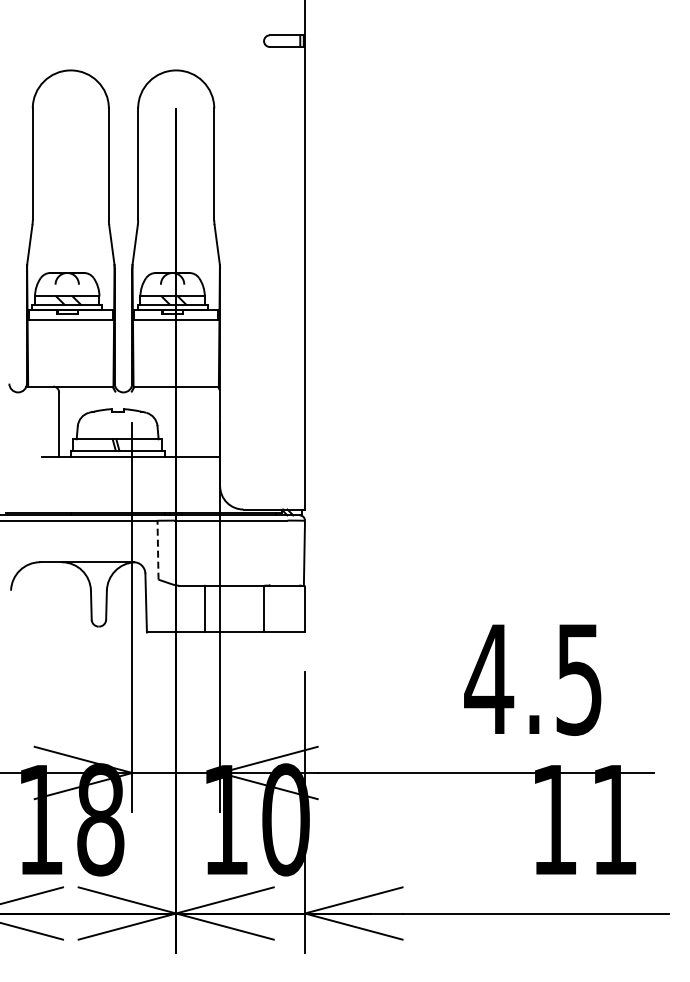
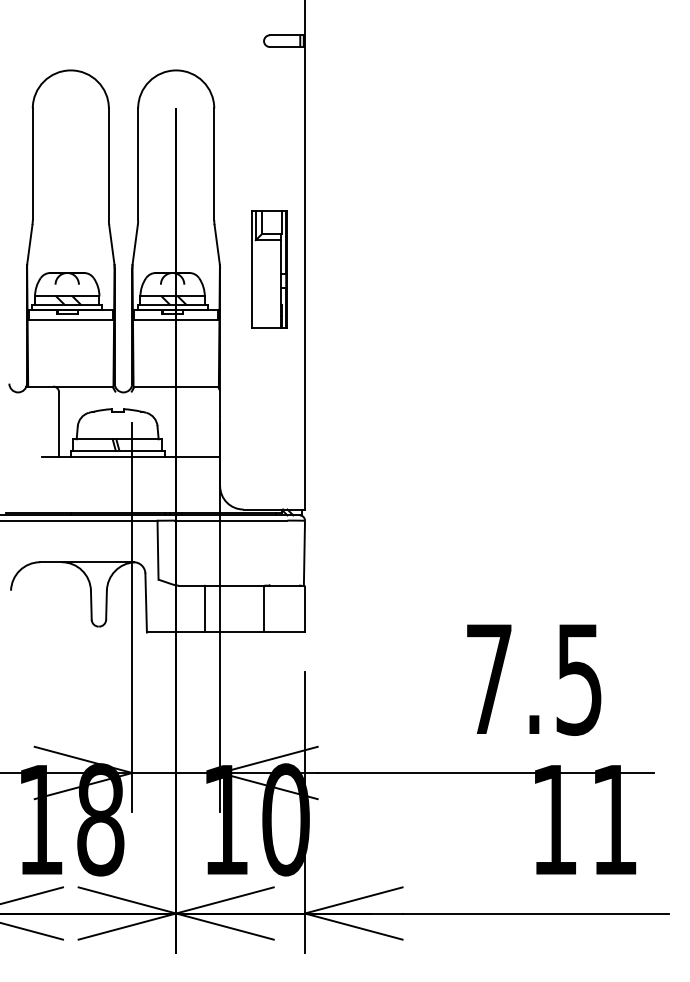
part at (269, 269): none -> present
line at (158, 549): dashed -> solid
text at (489, 678): 4.5 -> 7.5
